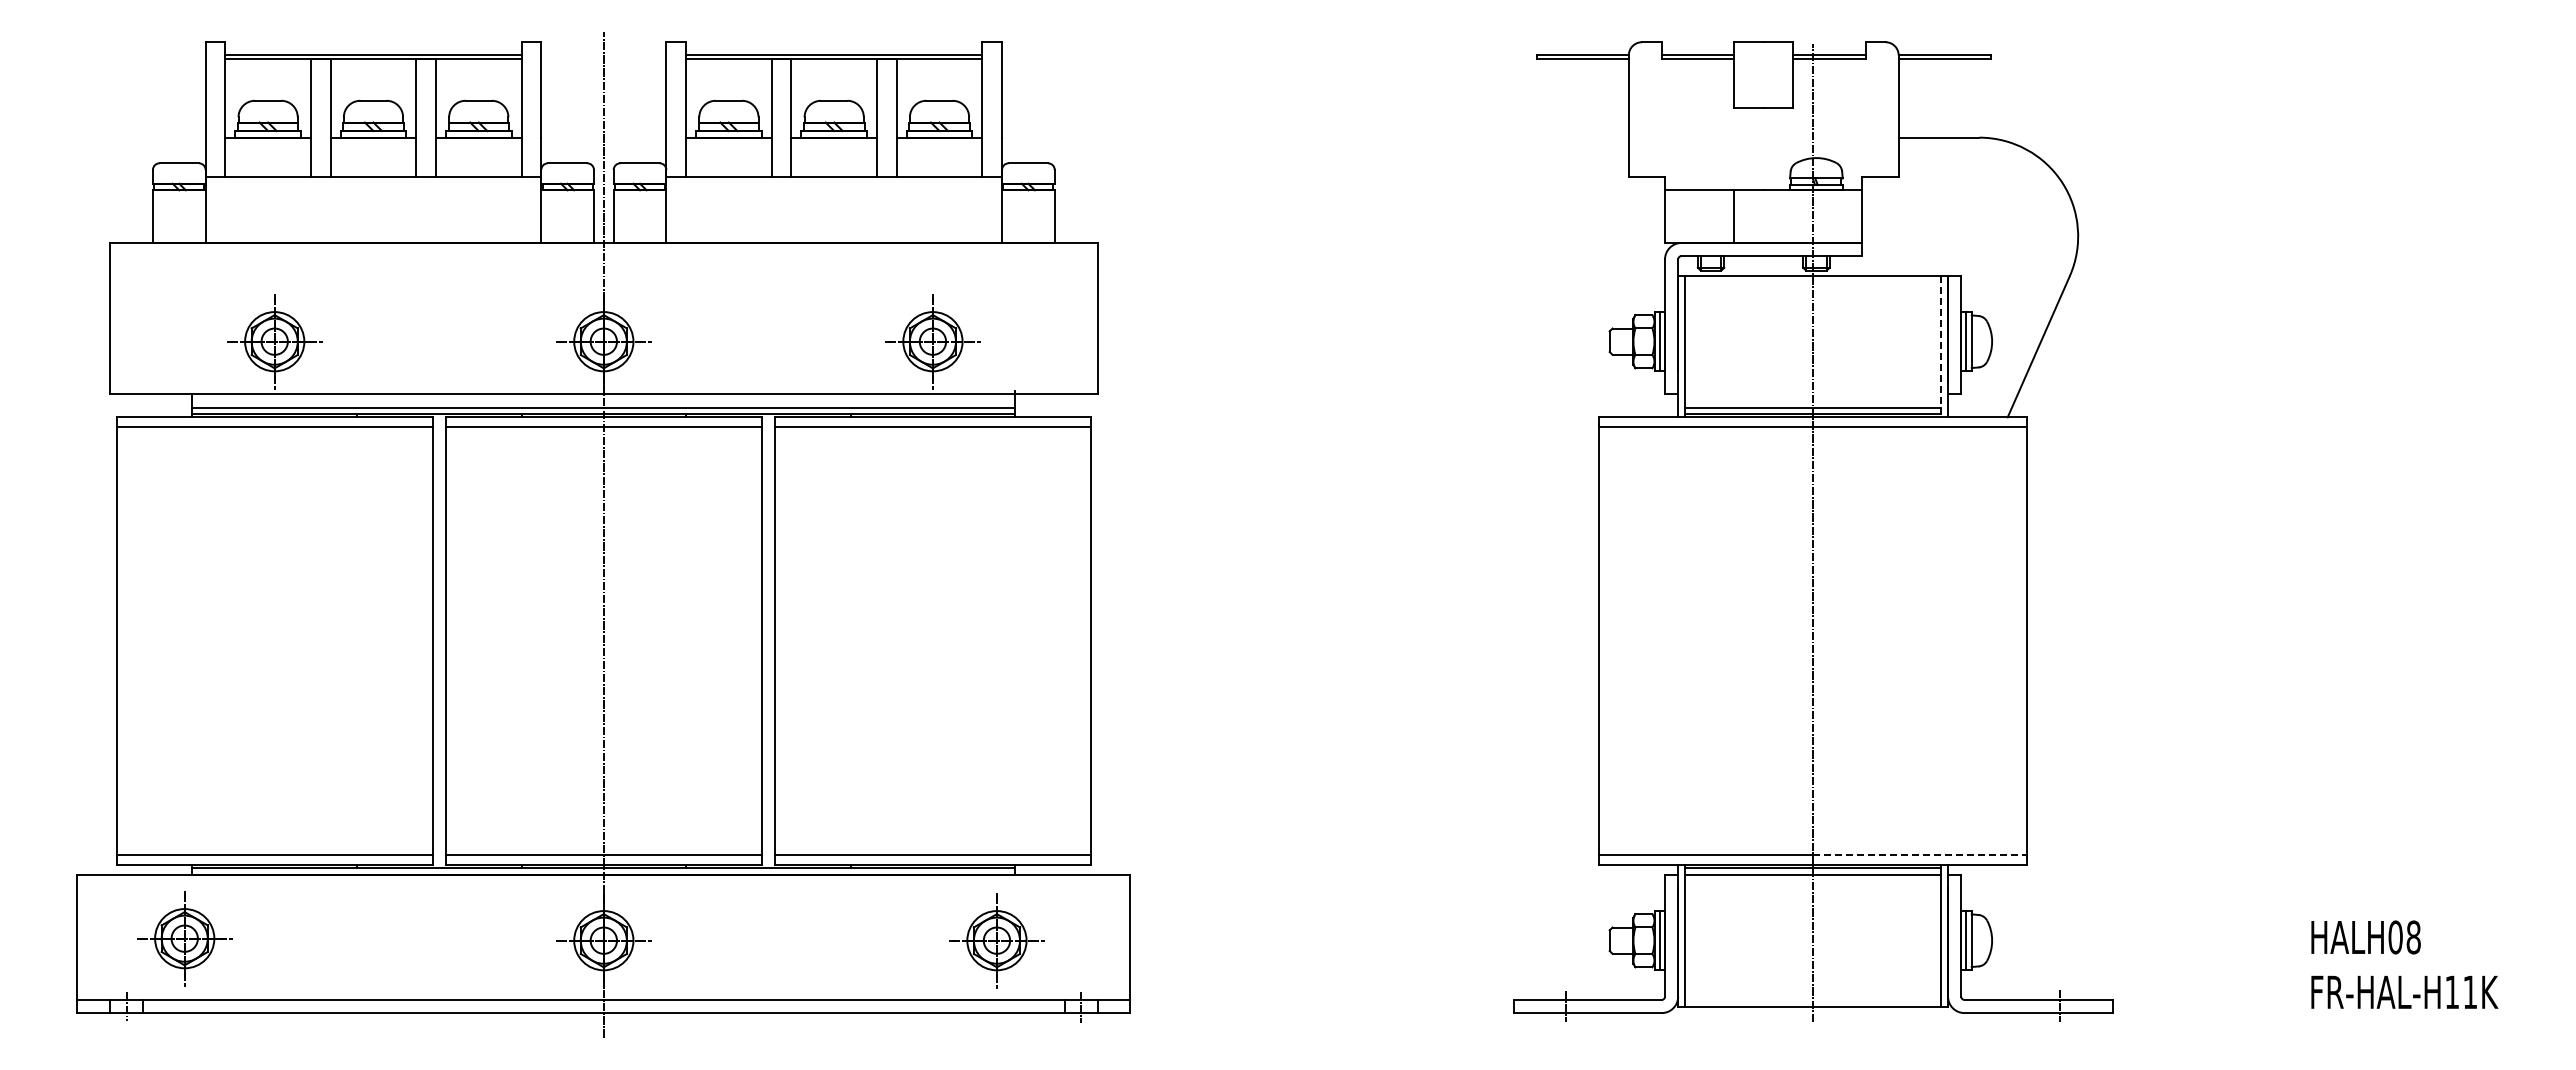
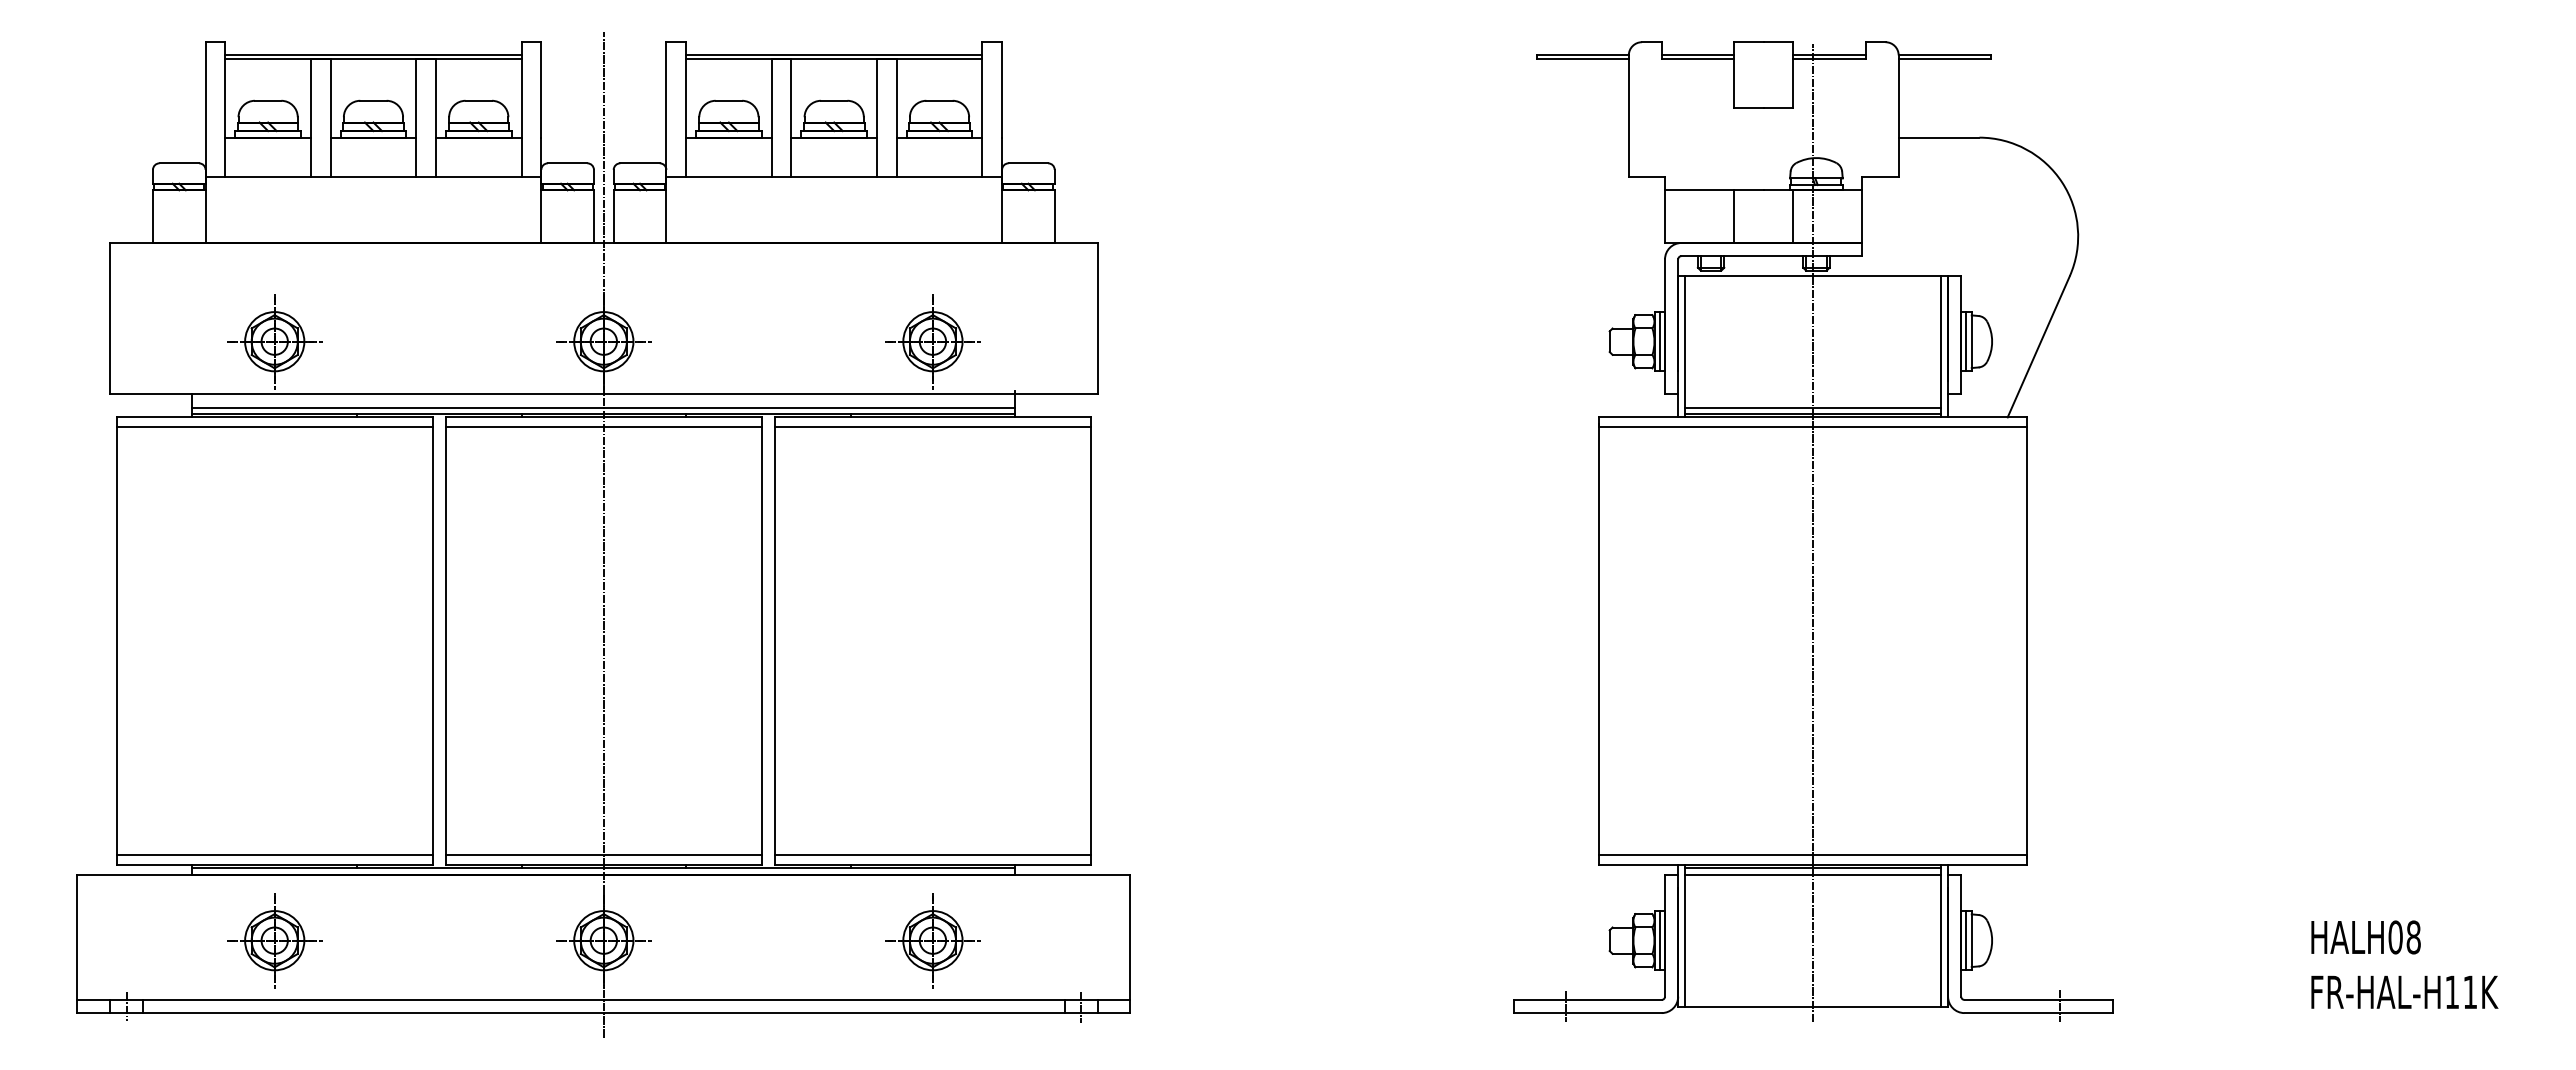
line at (1793, 216): none -> present
line at (1941, 346): dashed -> solid
line at (1920, 855): dashed -> solid
part at (184, 938) position: (184, 938) -> (274, 940)
part at (996, 940) position: (996, 940) -> (932, 940)
